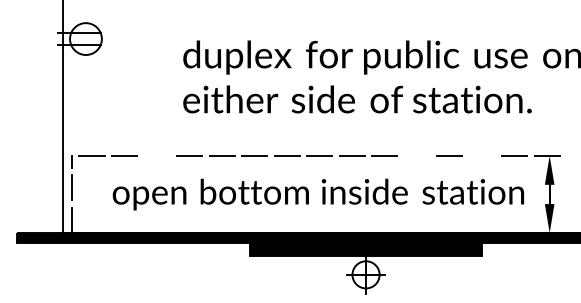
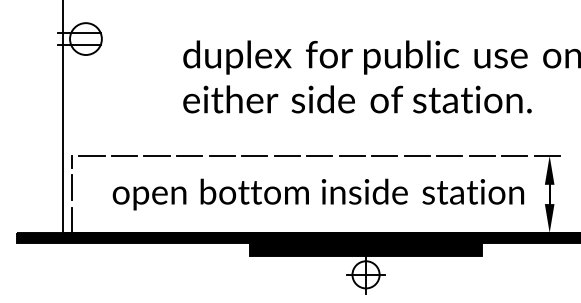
line at (156, 155): none -> present
line at (416, 155): none -> present
line at (481, 155): none -> present
